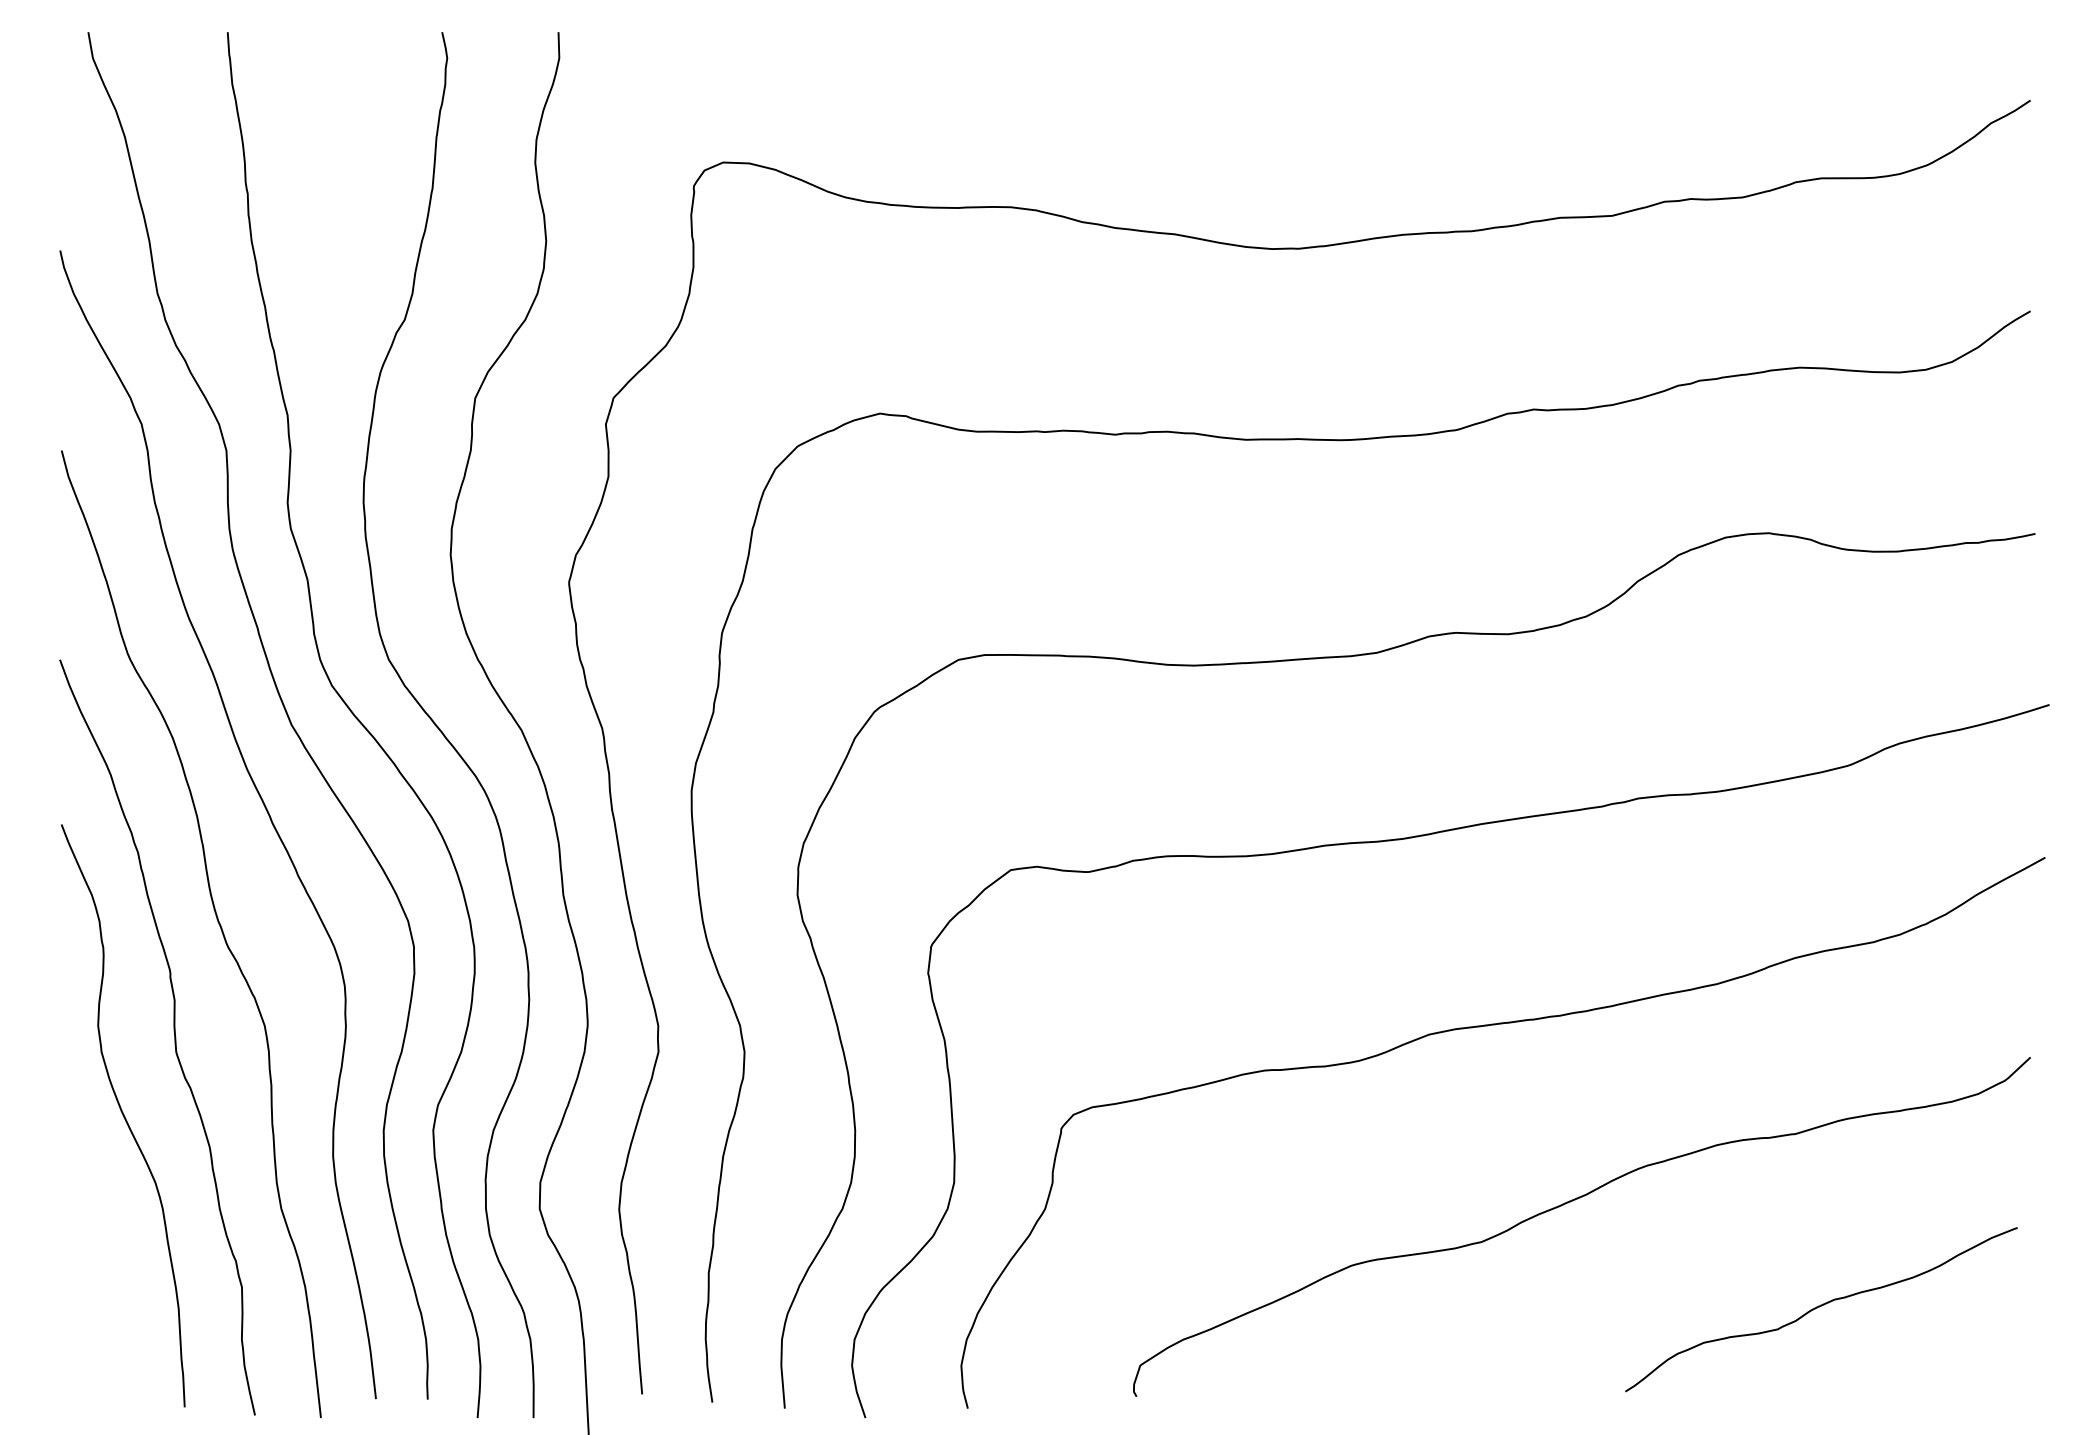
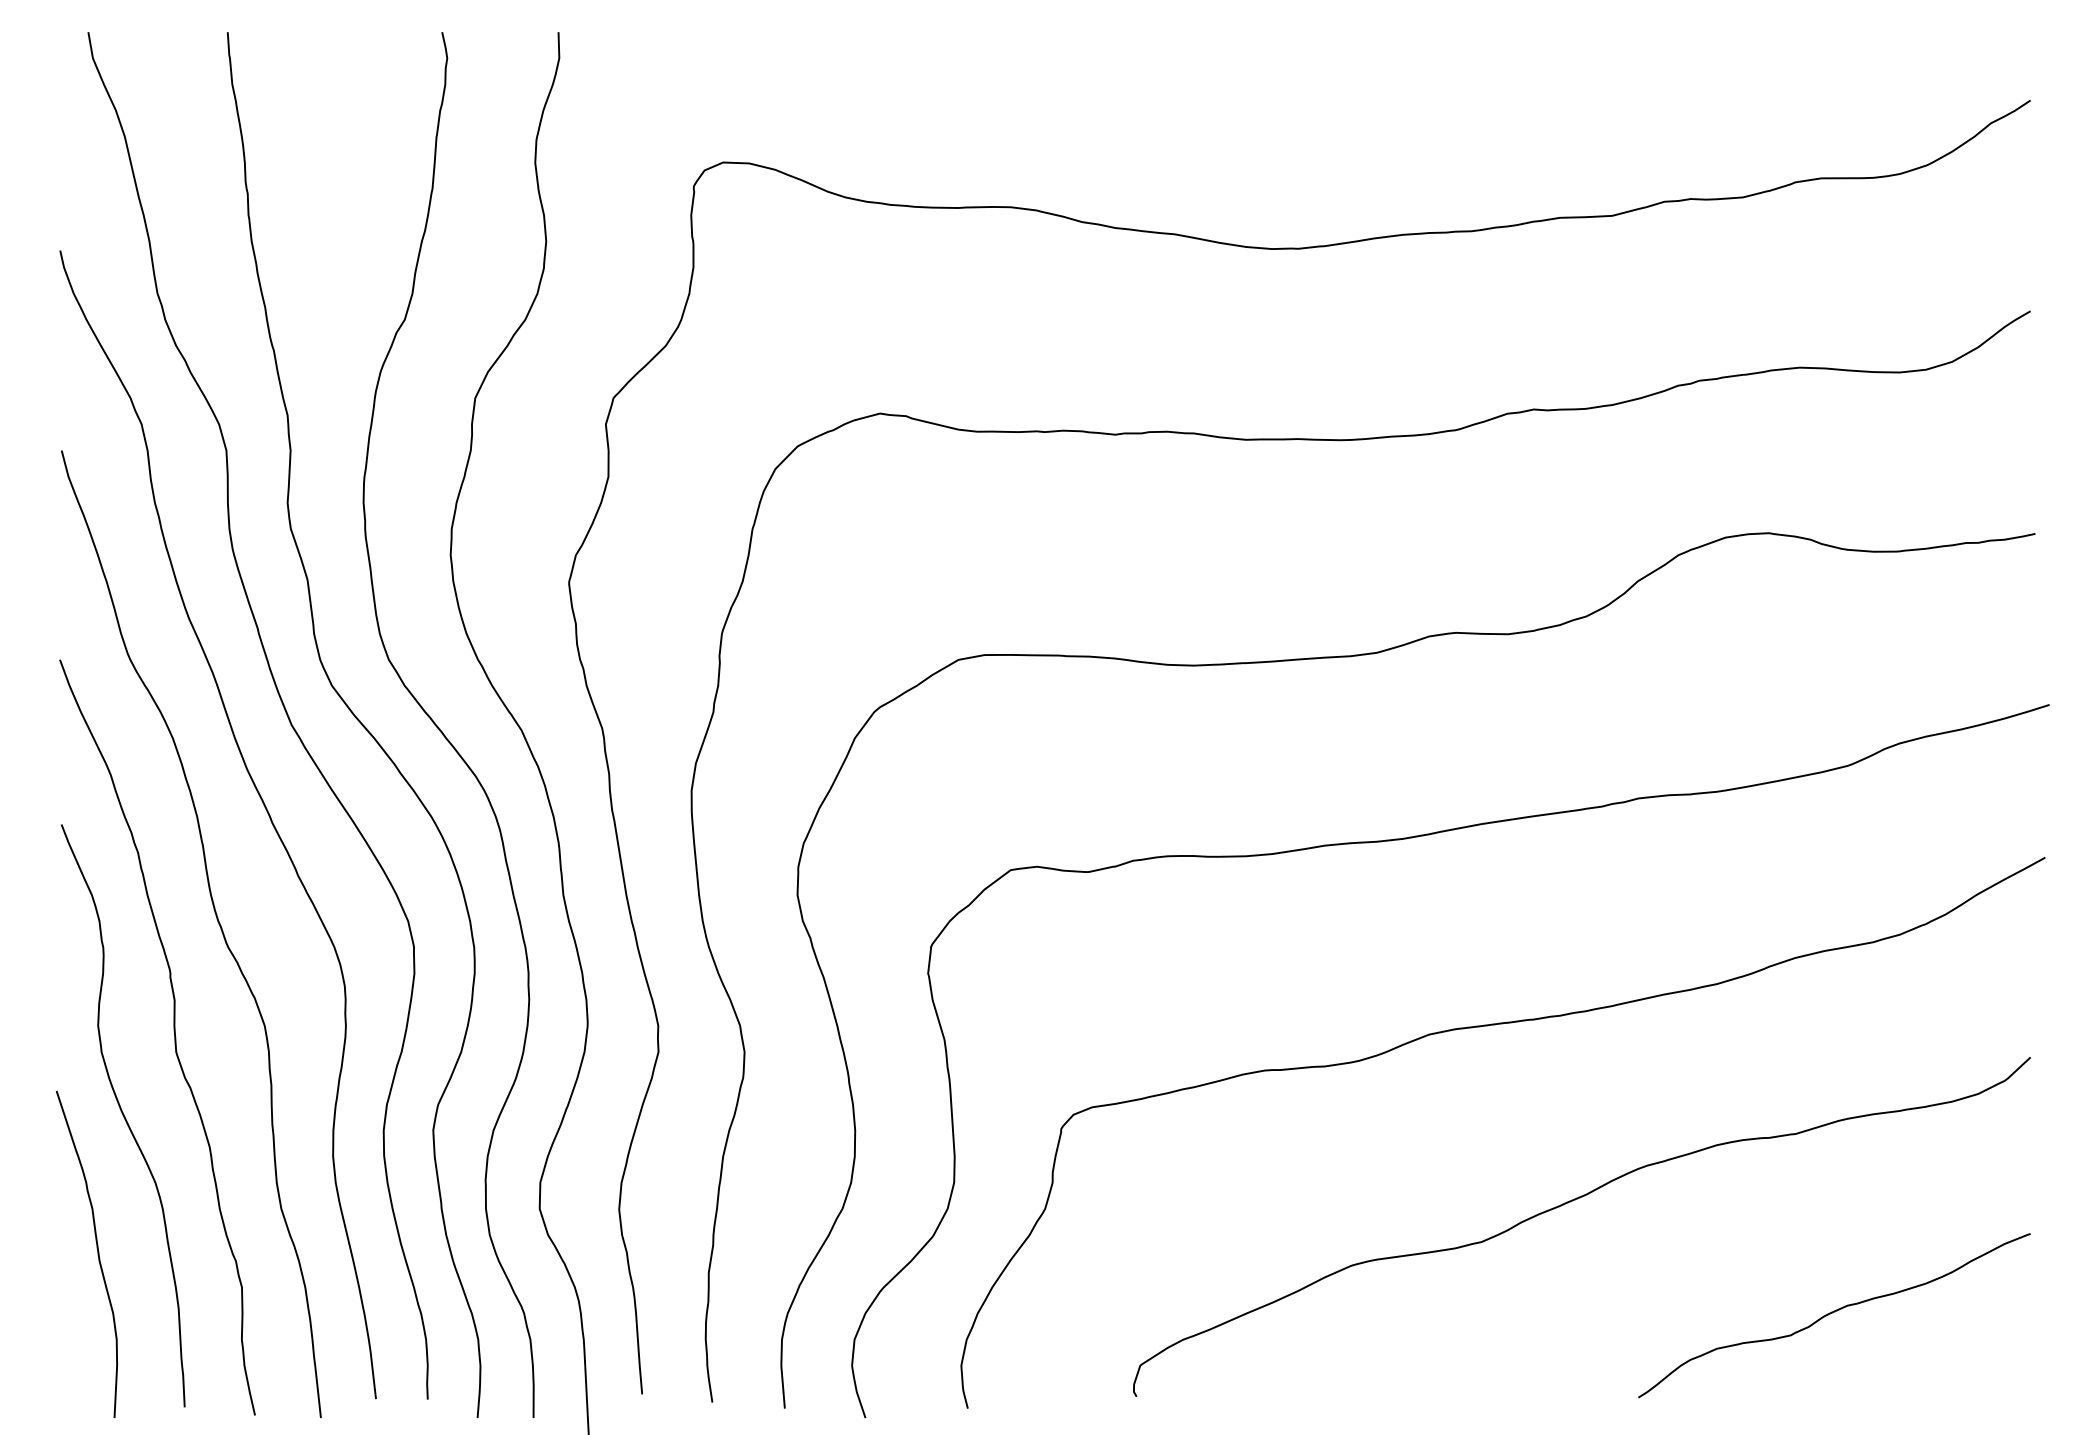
curve at (97, 1253): none -> present
curve at (1819, 1307) position: (1819, 1307) -> (1832, 1313)
